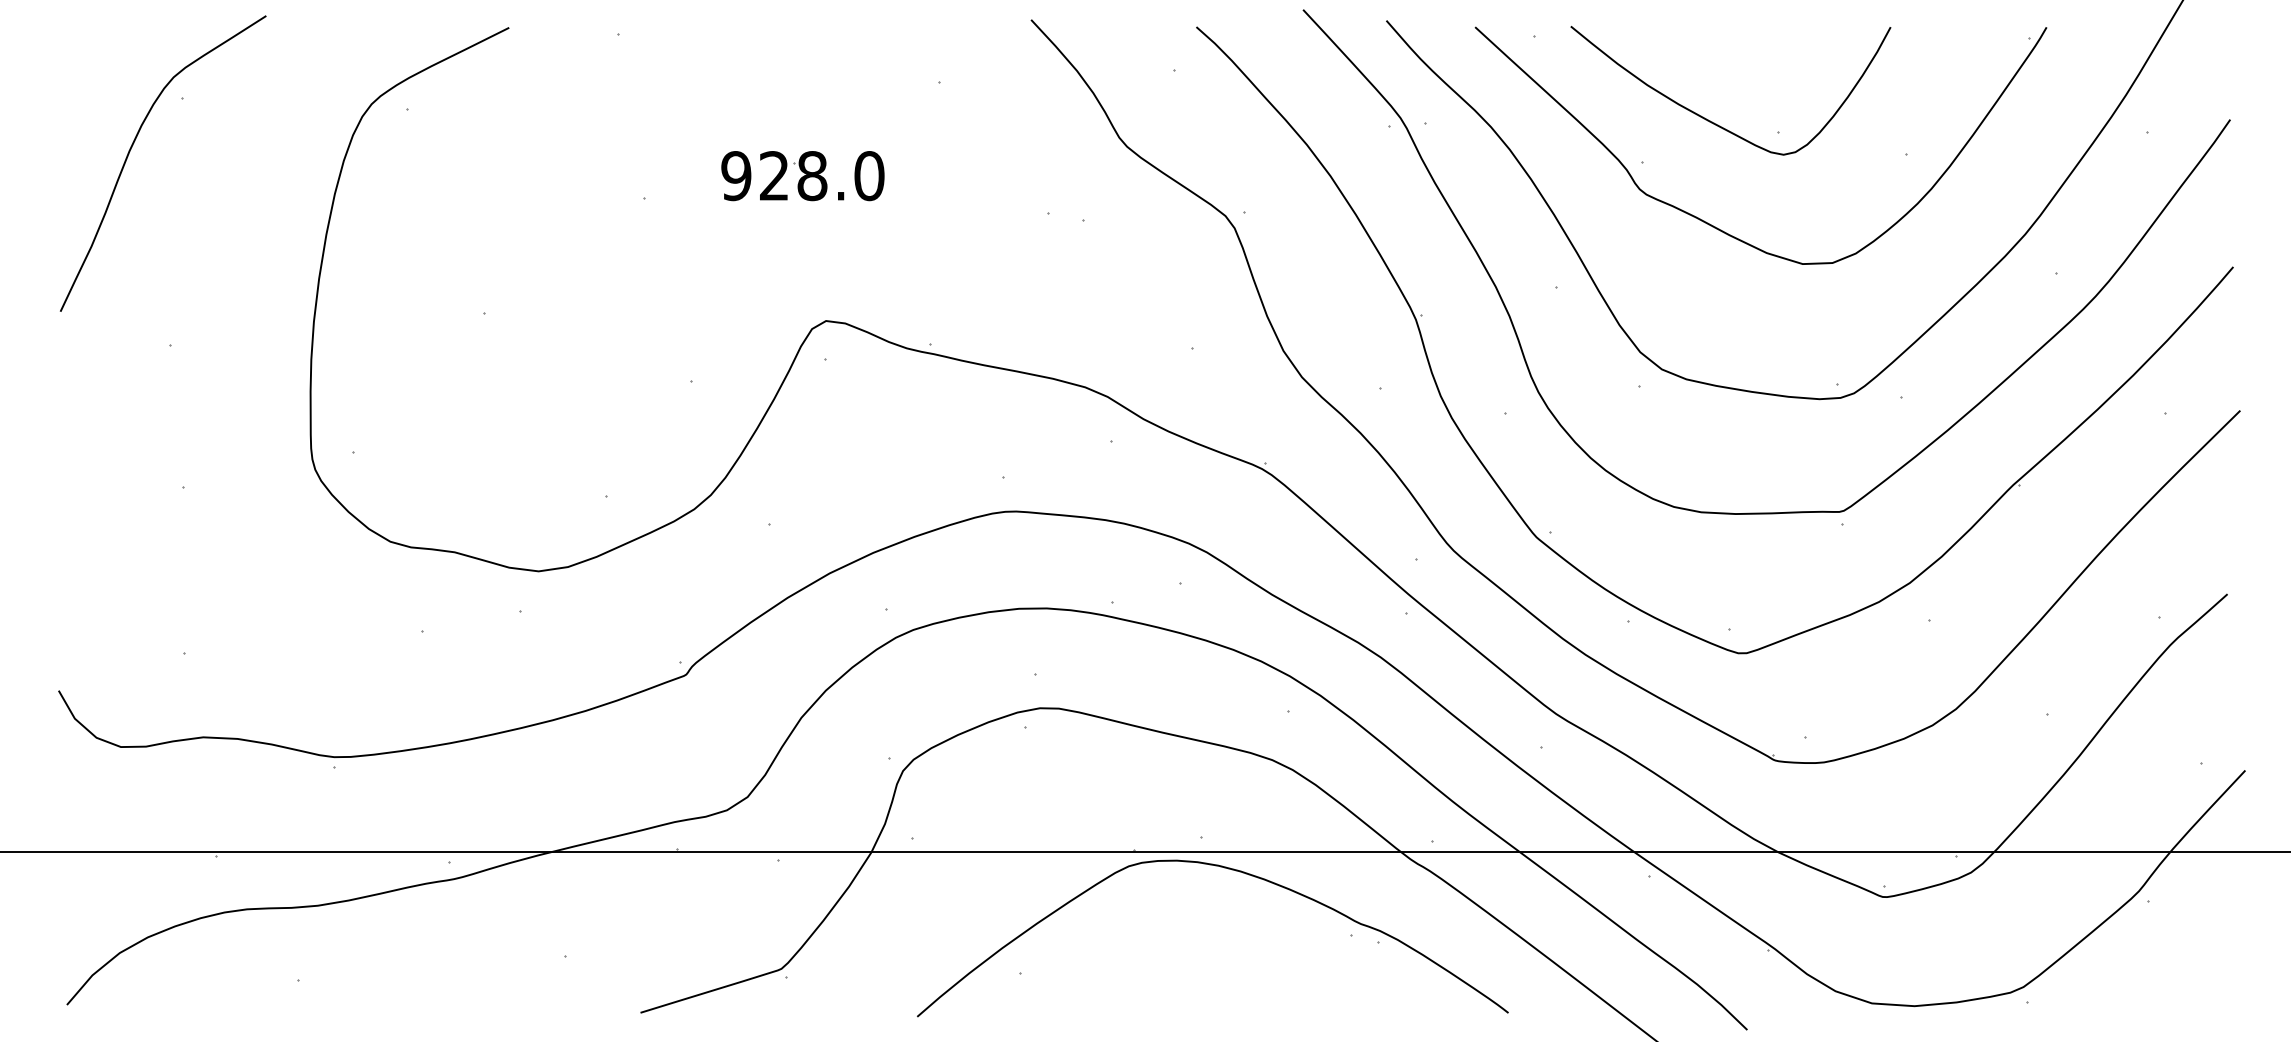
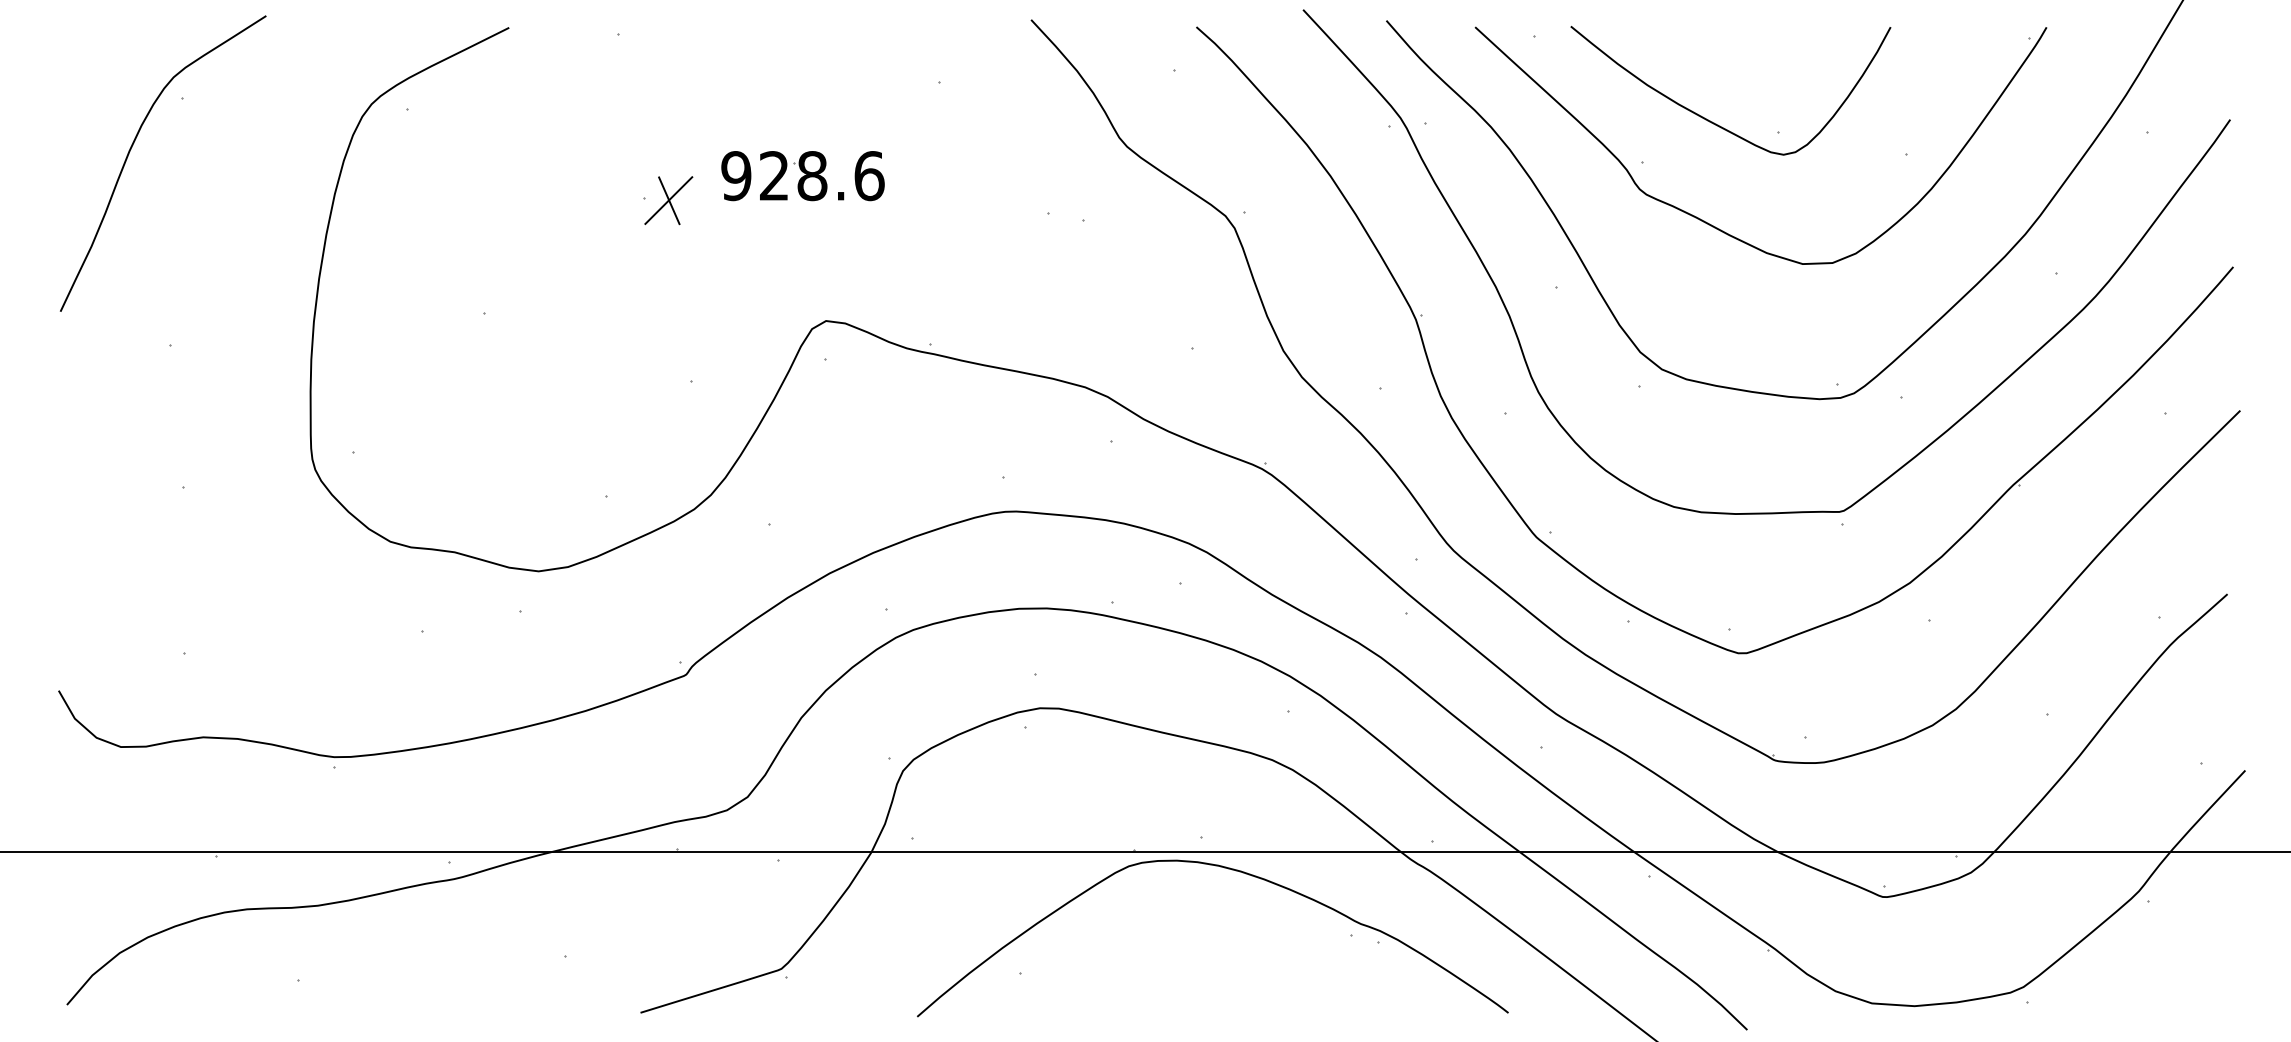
text at (869, 175): 928.0 -> 928.6
part at (668, 200): none -> present
